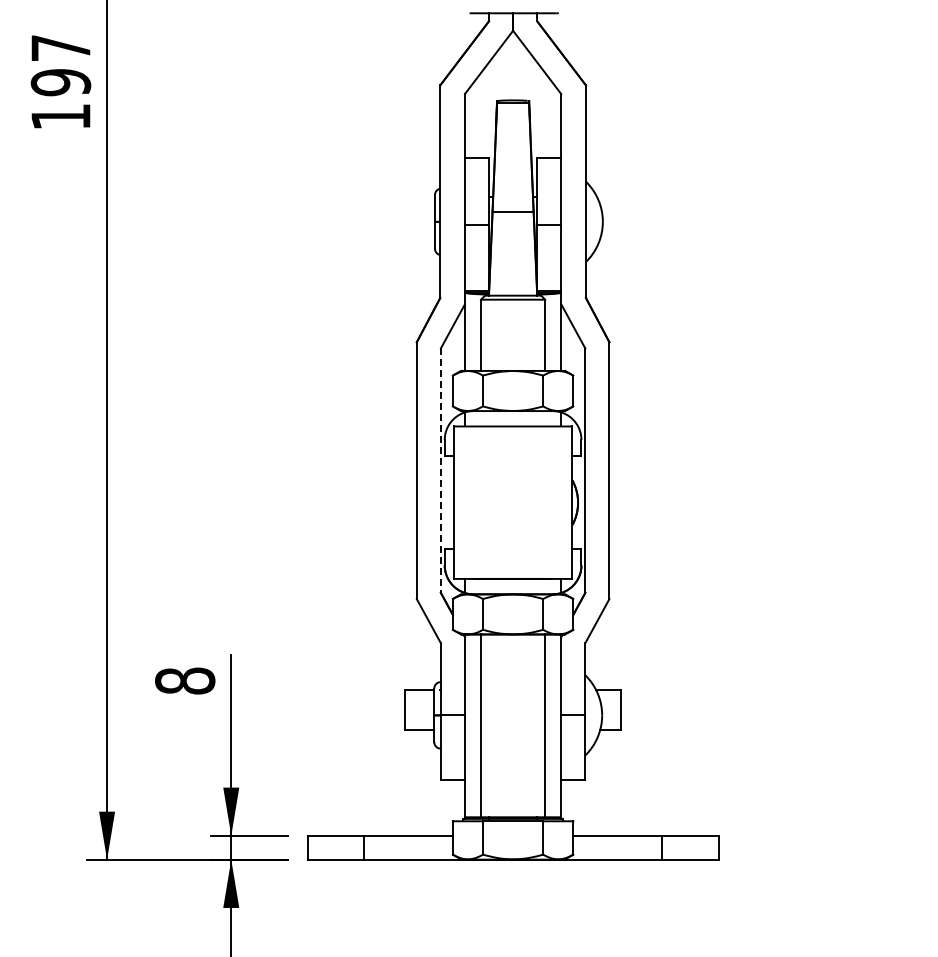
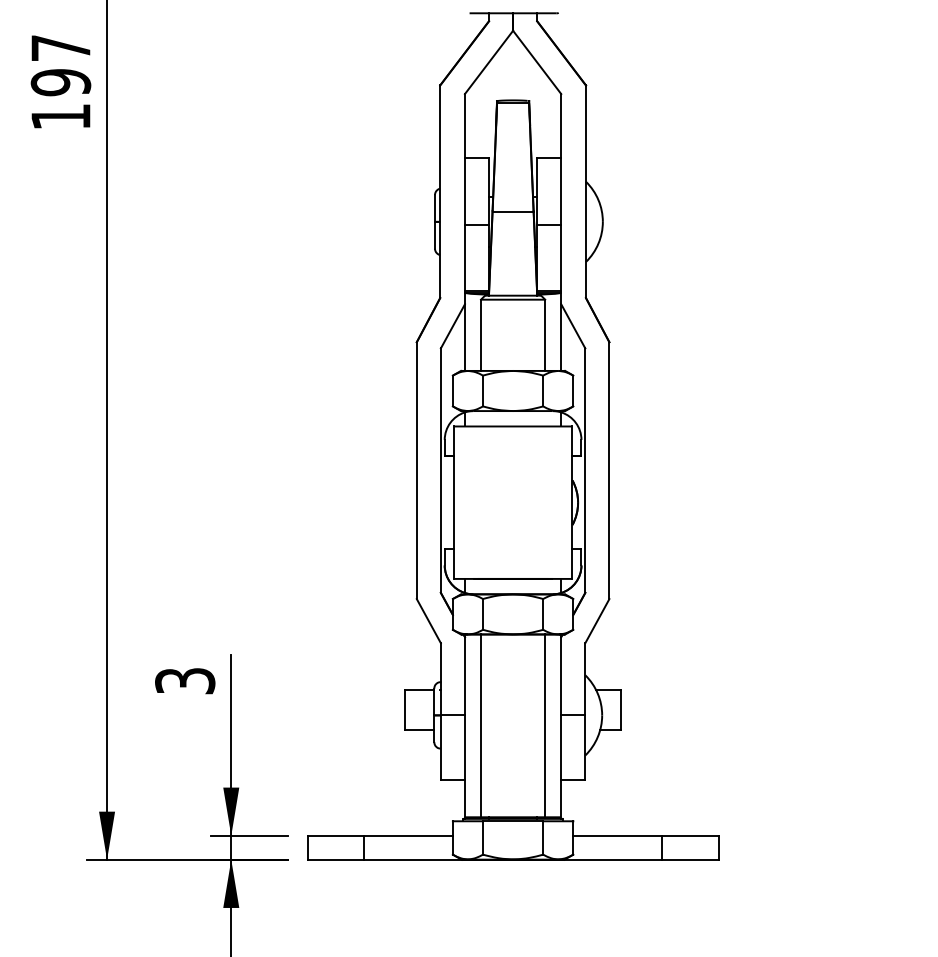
line at (440, 471): dashed -> solid
text at (185, 680): 8 -> 3
